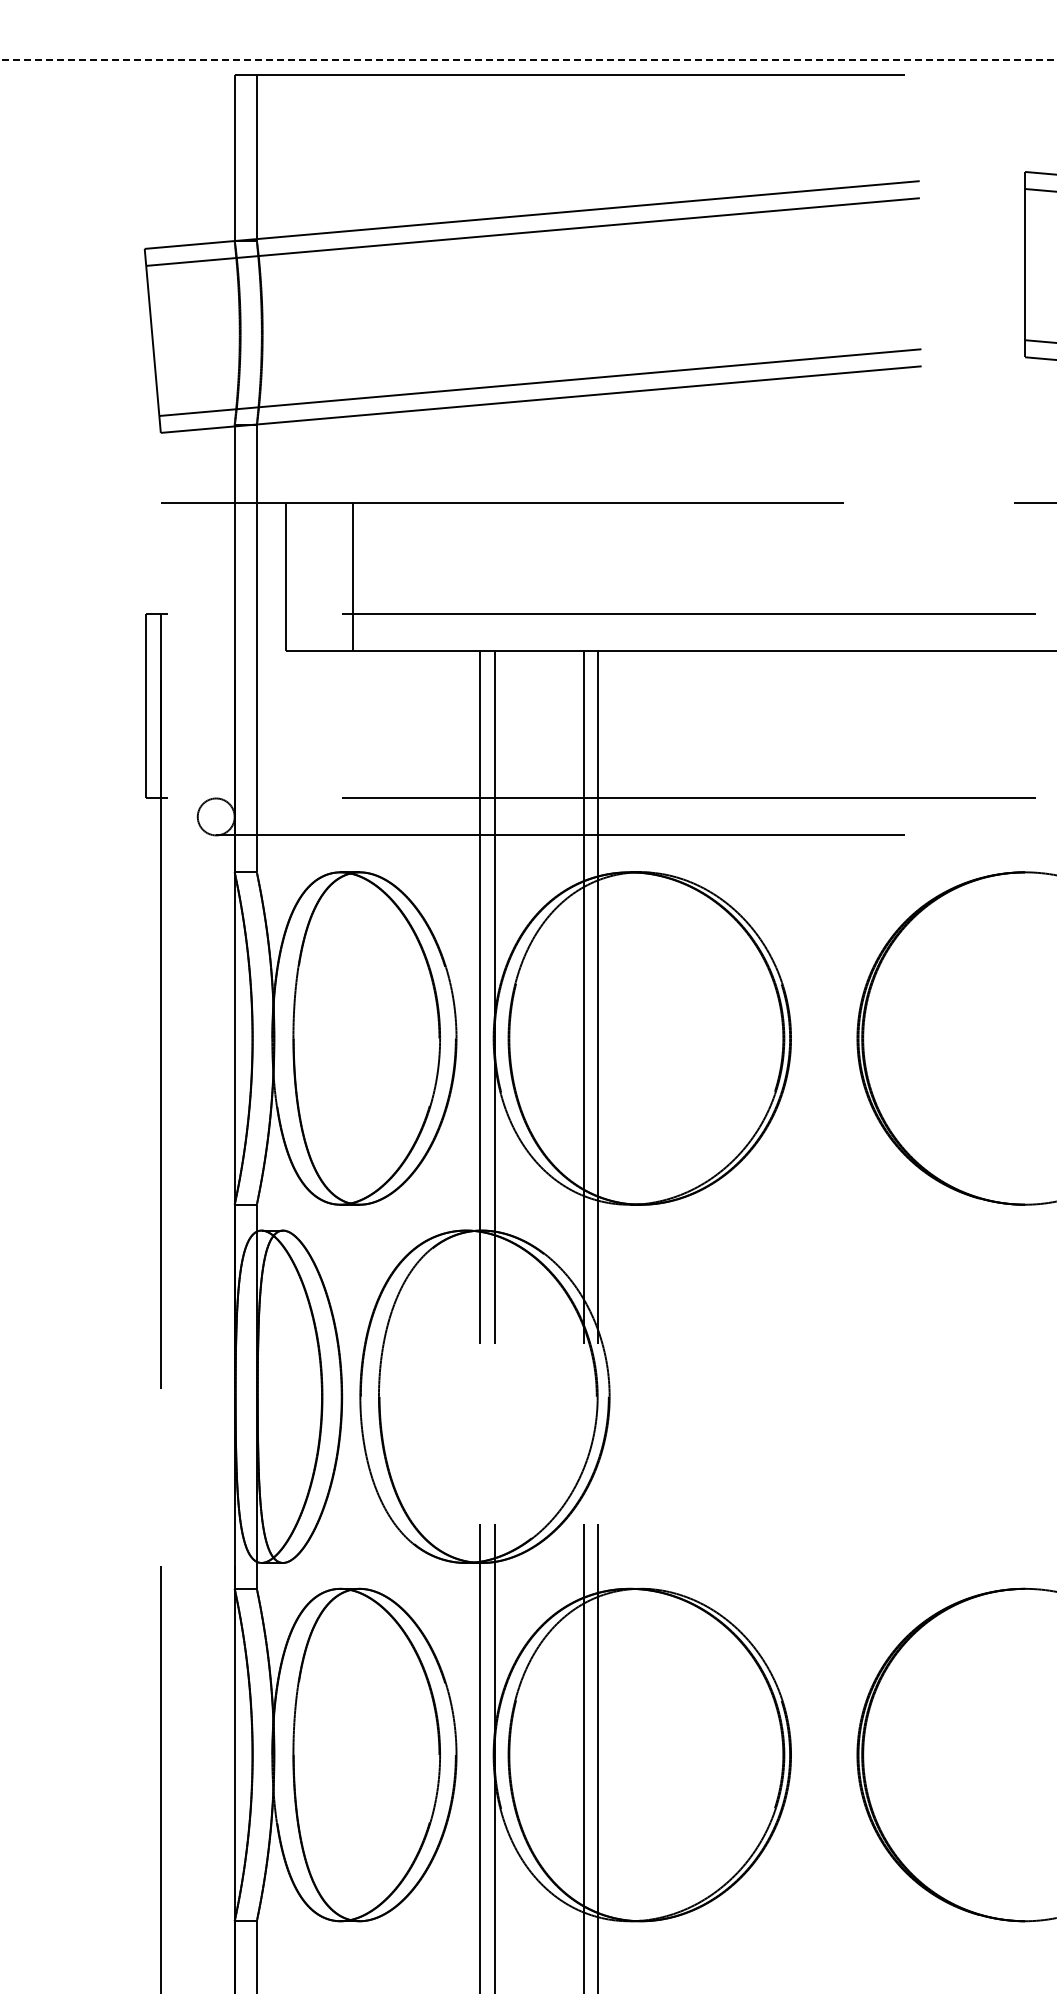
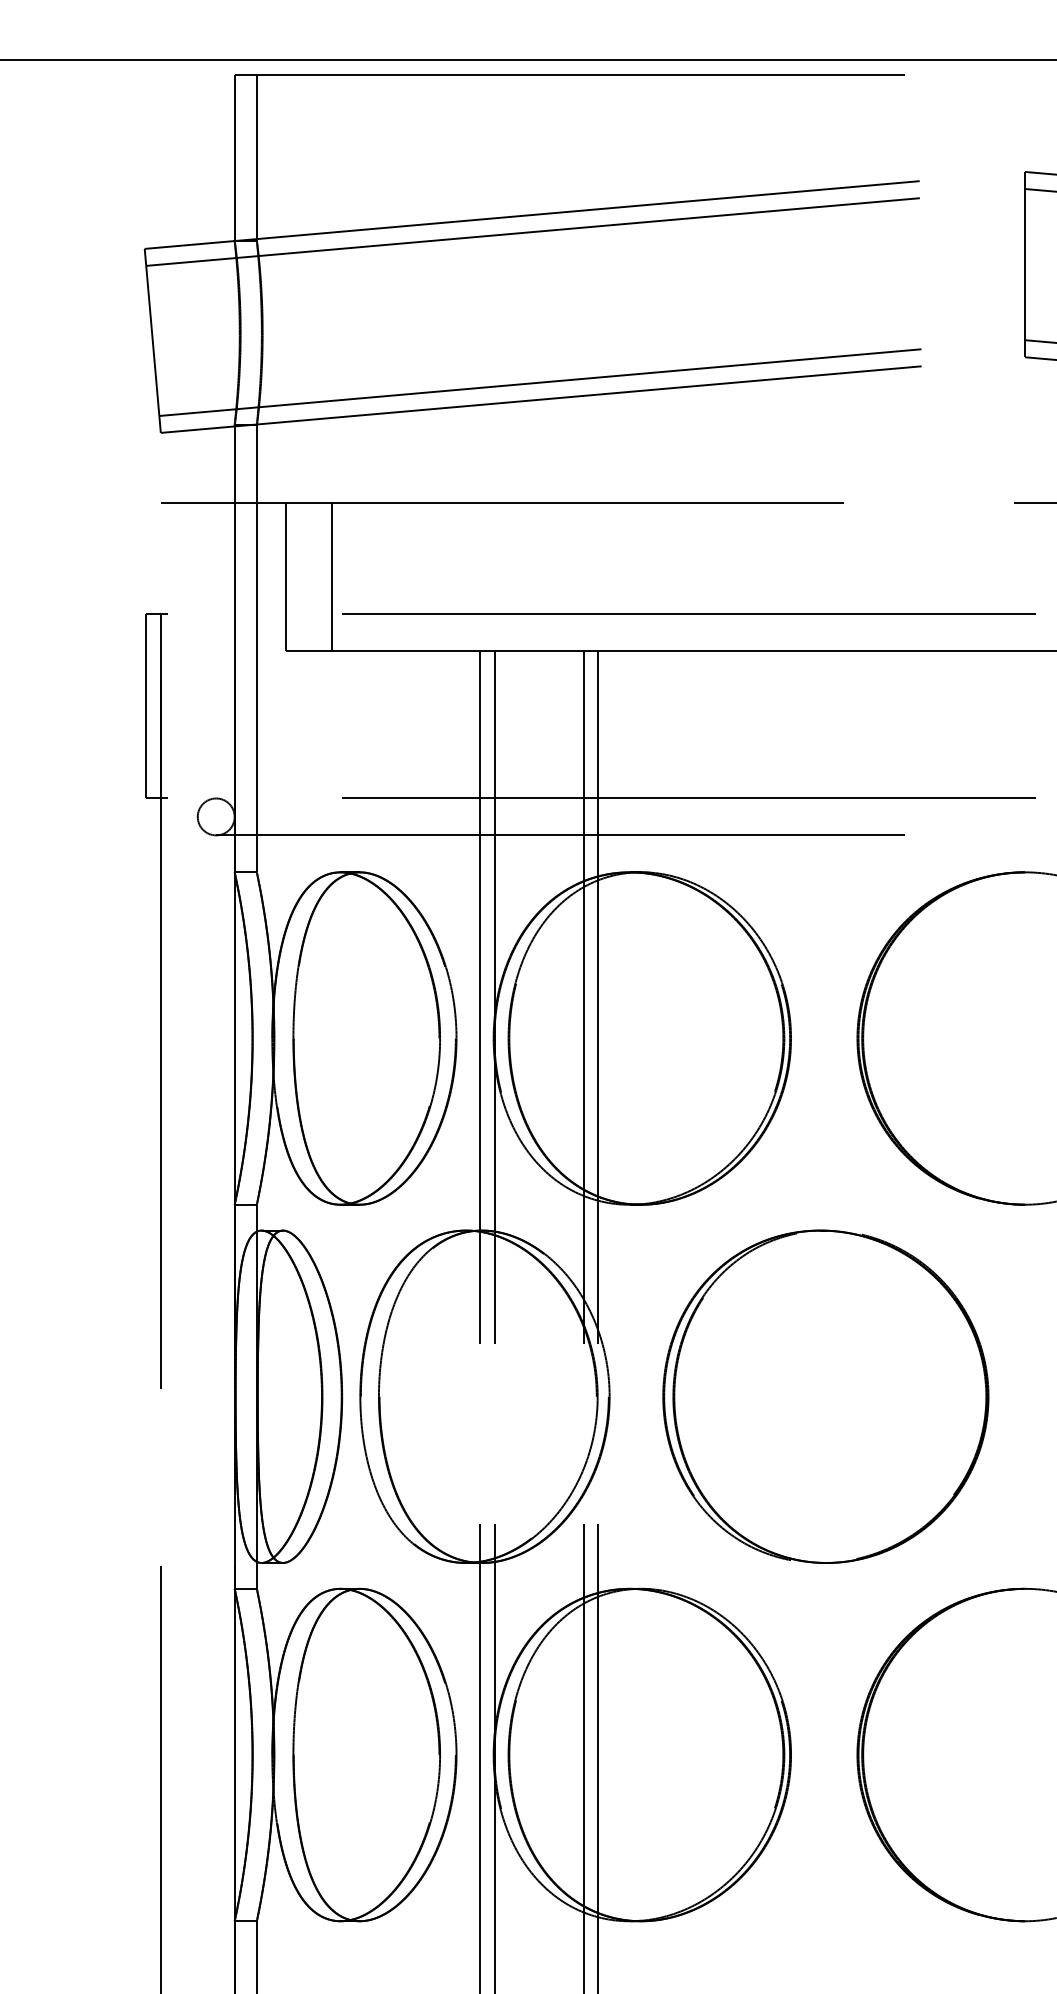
line at (529, 59): dashed -> solid
line at (353, 576) position: (353, 576) -> (332, 576)
part at (825, 1396): none -> present
